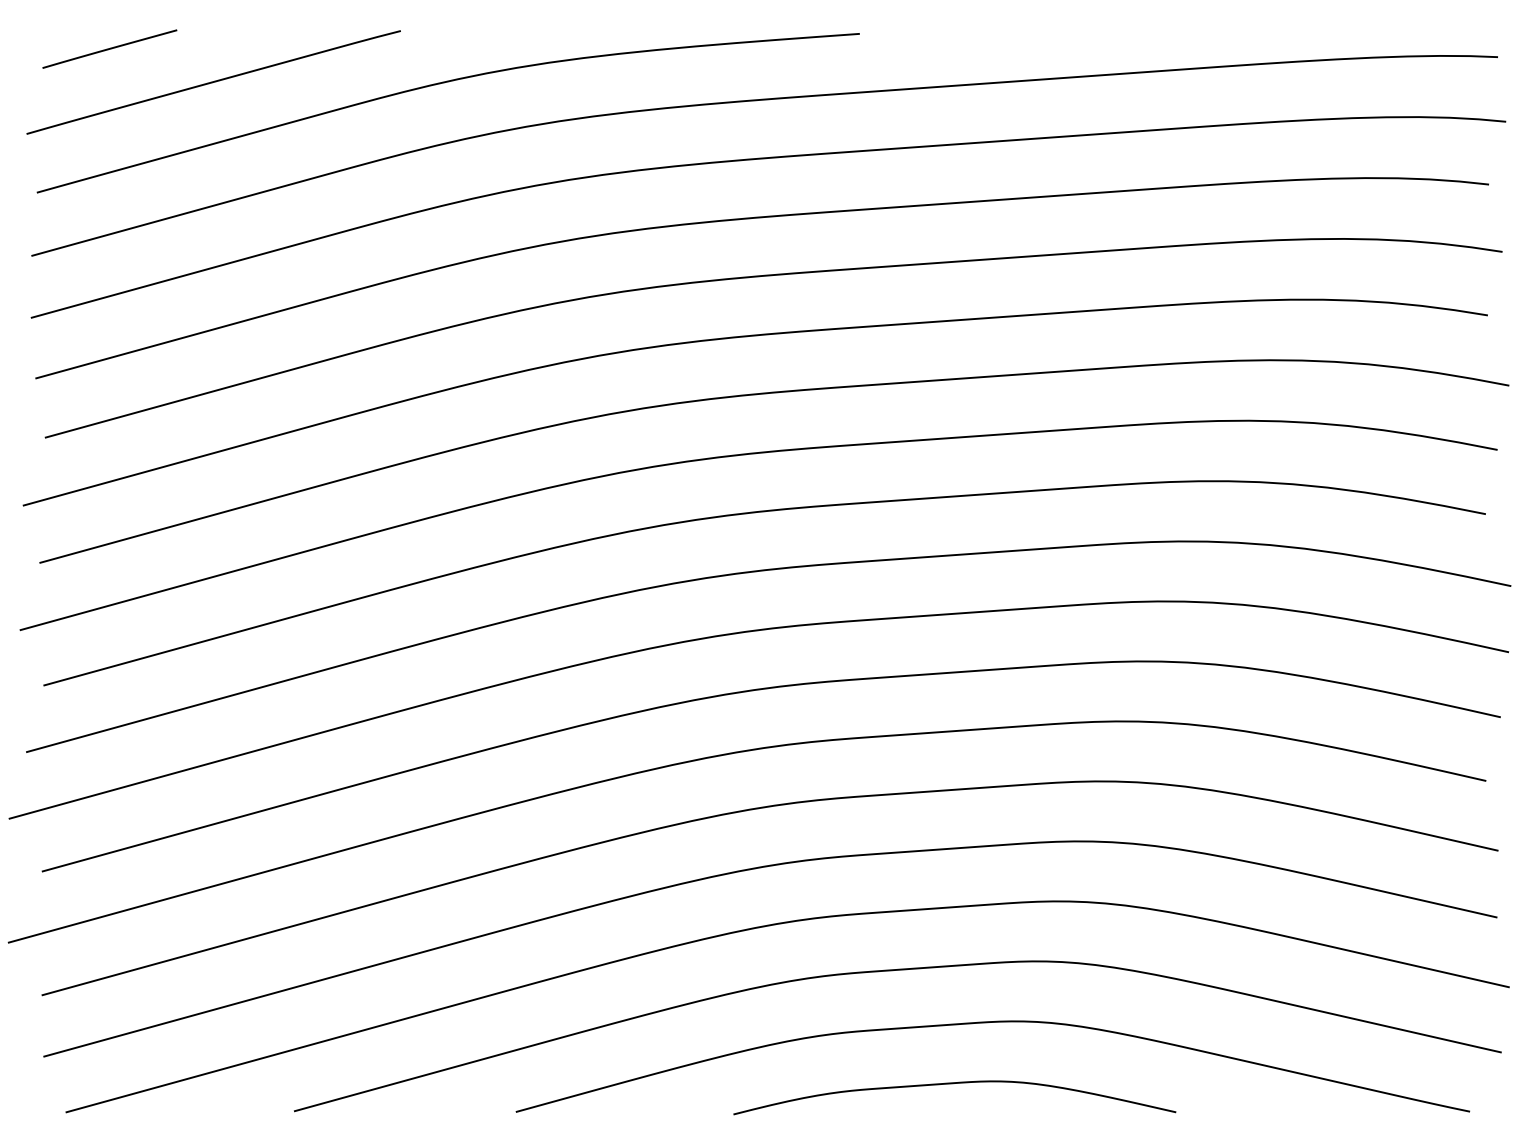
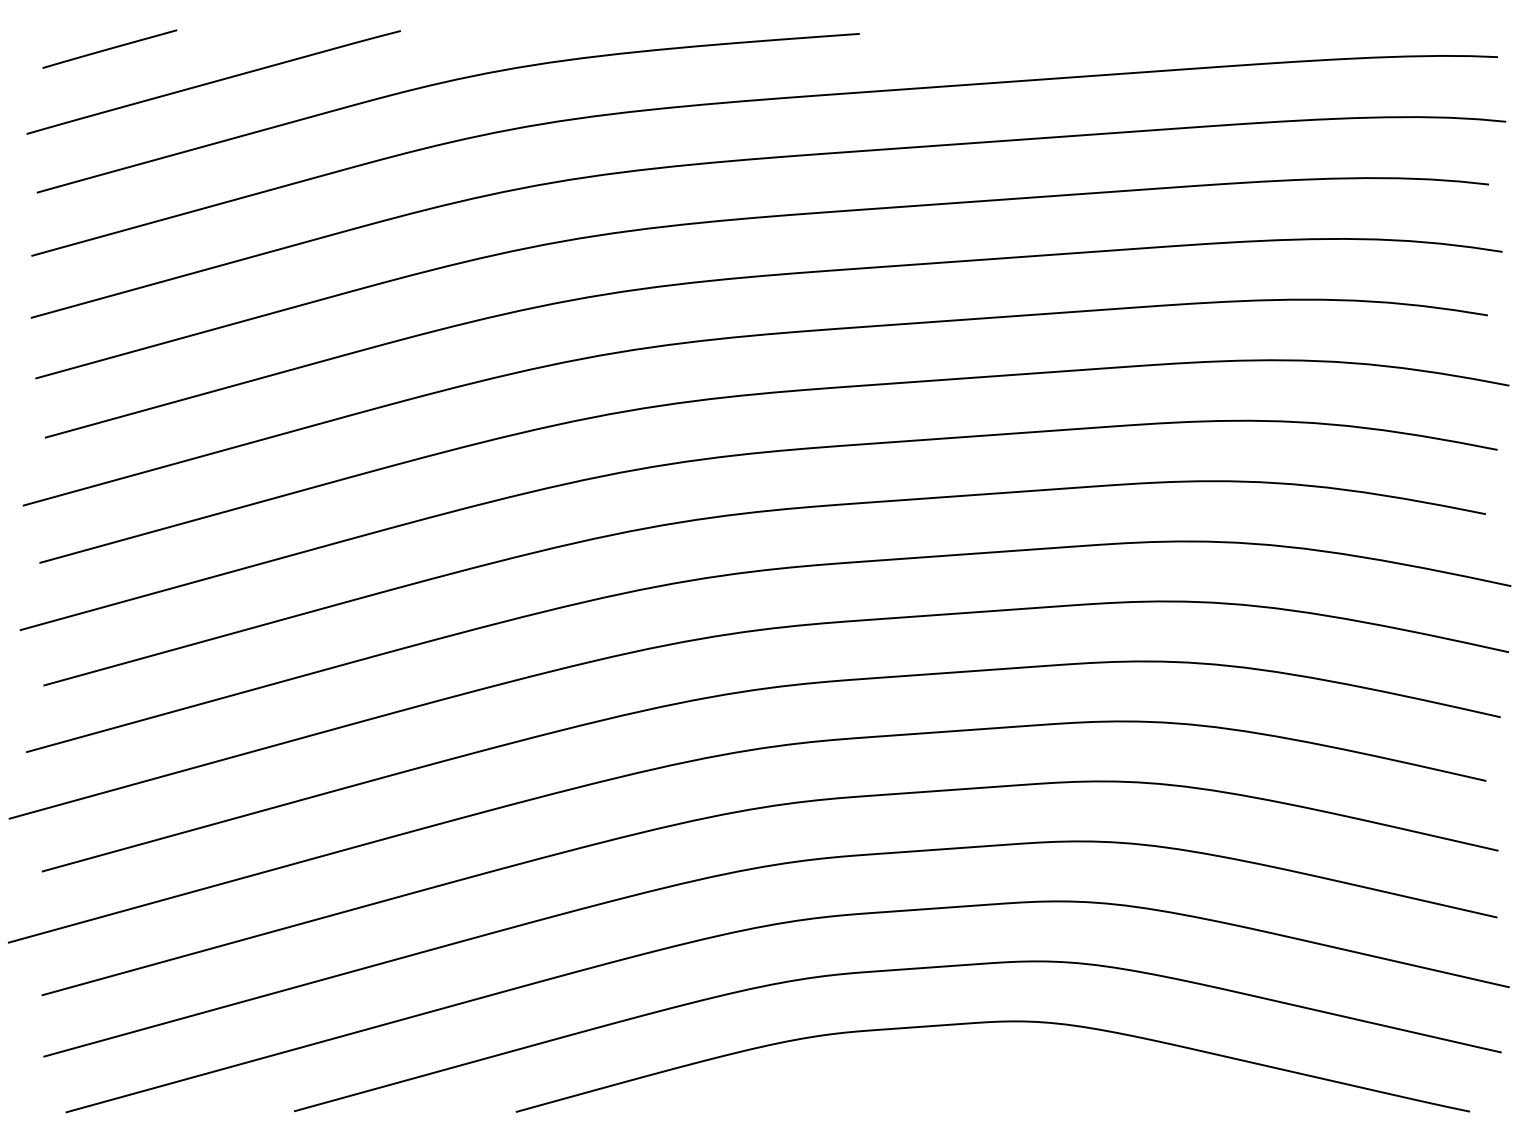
curve at (953, 1084): present -> none
